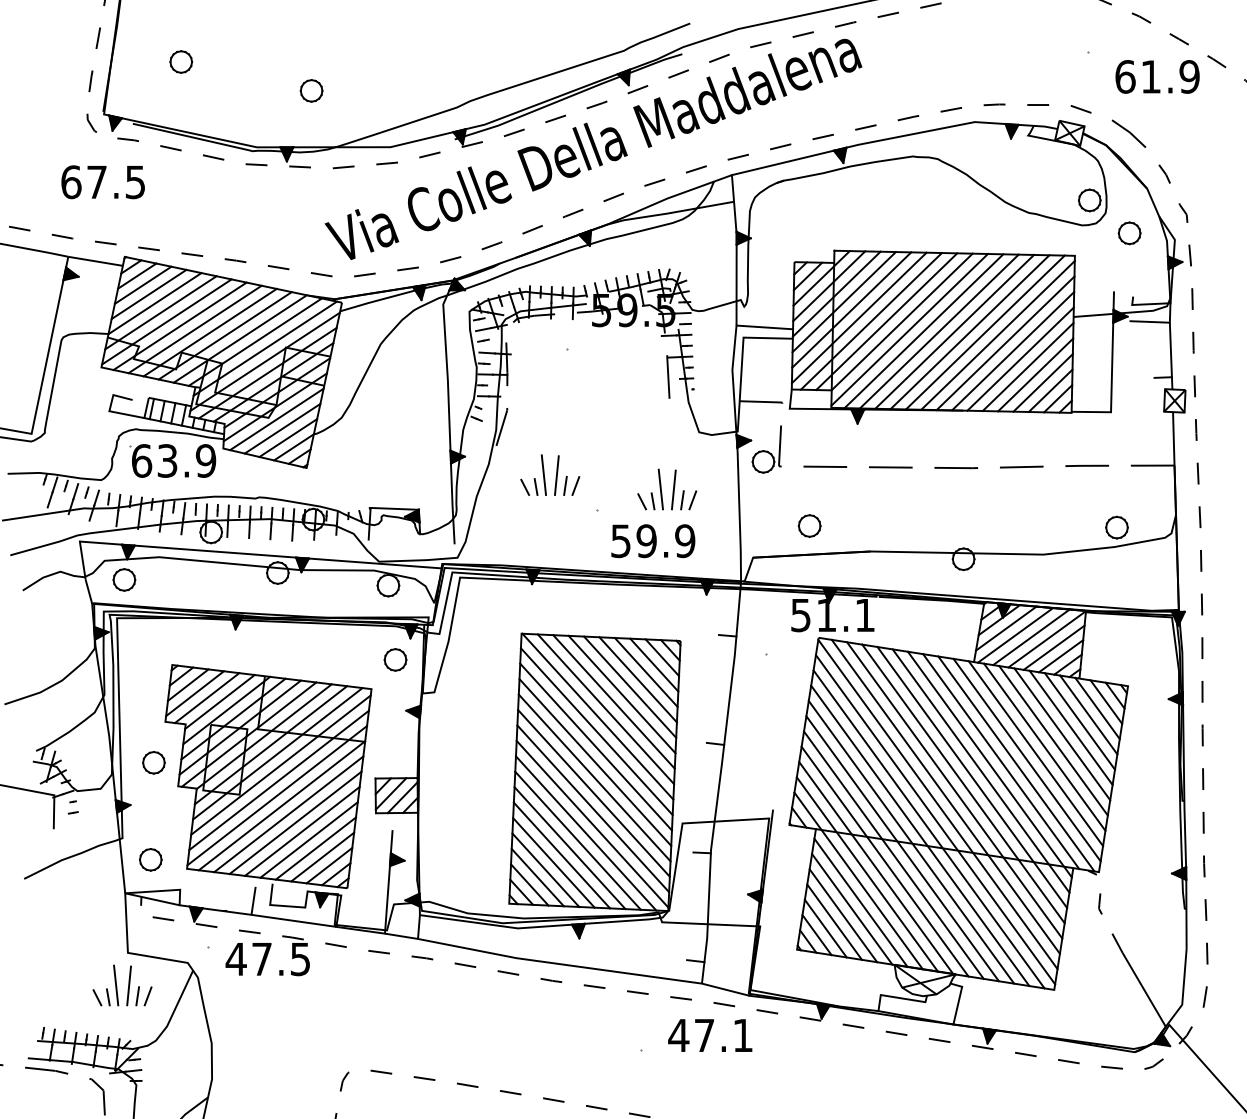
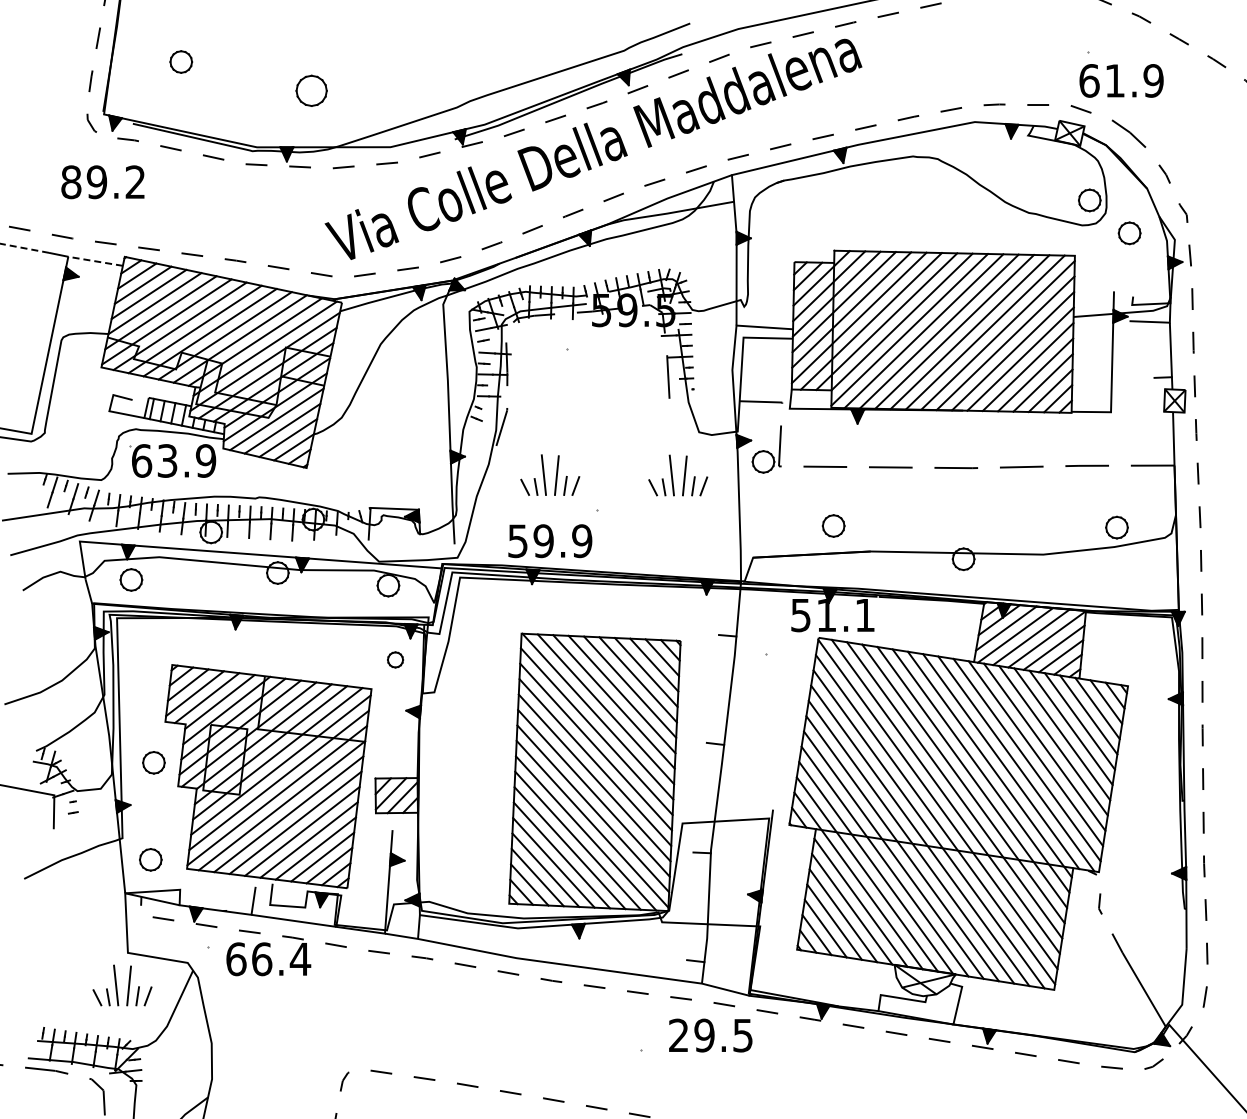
text at (1157, 76) position: (1157, 76) -> (1121, 80)
part at (311, 90) size: 25x24 px -> 33x33 px
text at (102, 182): 67.5 -> 89.2
line at (24, 248): solid -> dashed
line at (95, 261): solid -> dashed
part at (667, 489) position: (667, 489) -> (678, 475)
part at (809, 525) position: (809, 525) -> (833, 525)
text at (653, 541) position: (653, 541) -> (550, 541)
part at (124, 579) position: (124, 579) -> (131, 579)
part at (395, 659) size: 25x24 px -> 18x18 px
text at (268, 959): 47.5 -> 66.4
text at (710, 1035): 47.1 -> 29.5
